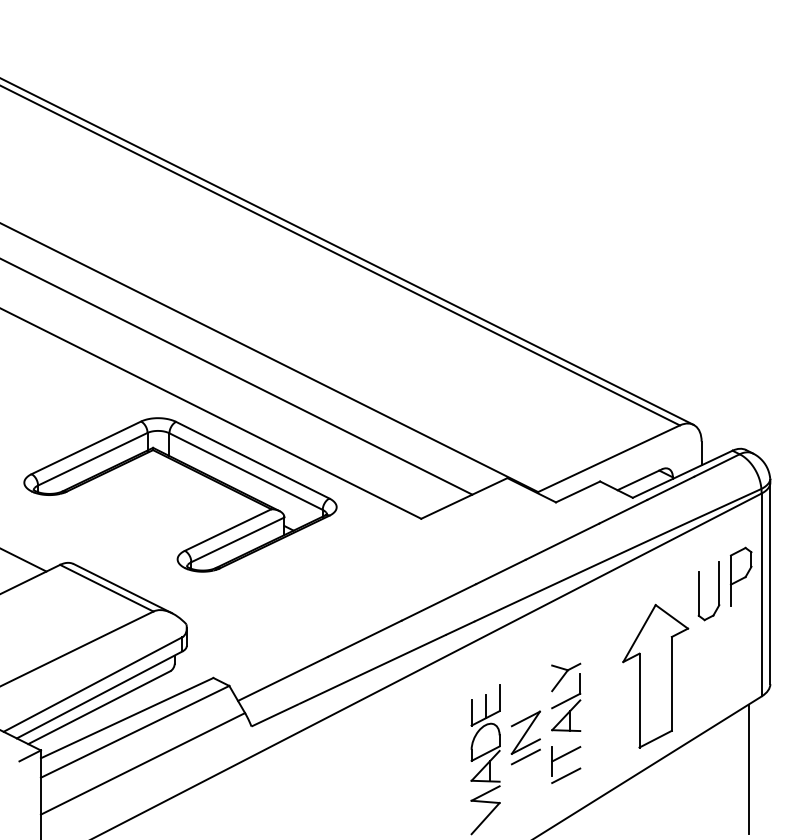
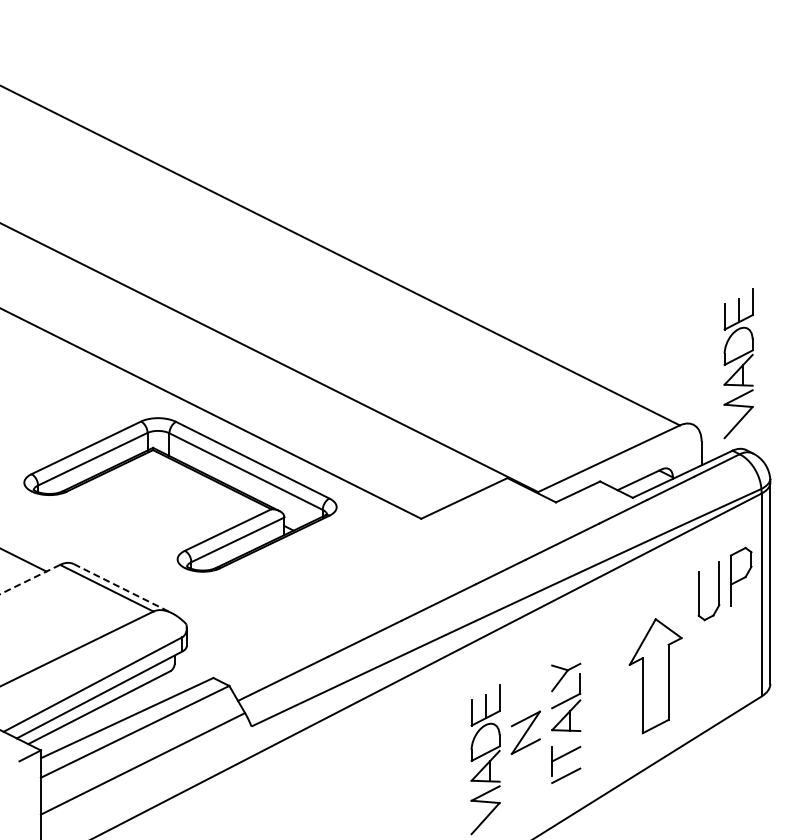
line at (347, 251): present -> none
part at (738, 363): none -> present
line at (237, 376): present -> none
line at (29, 579): solid -> dashed
line at (122, 588): solid -> dashed
part at (655, 675) size: 68x146 px -> 55x117 px
line at (525, 756): present -> none
line at (748, 769): present -> none
